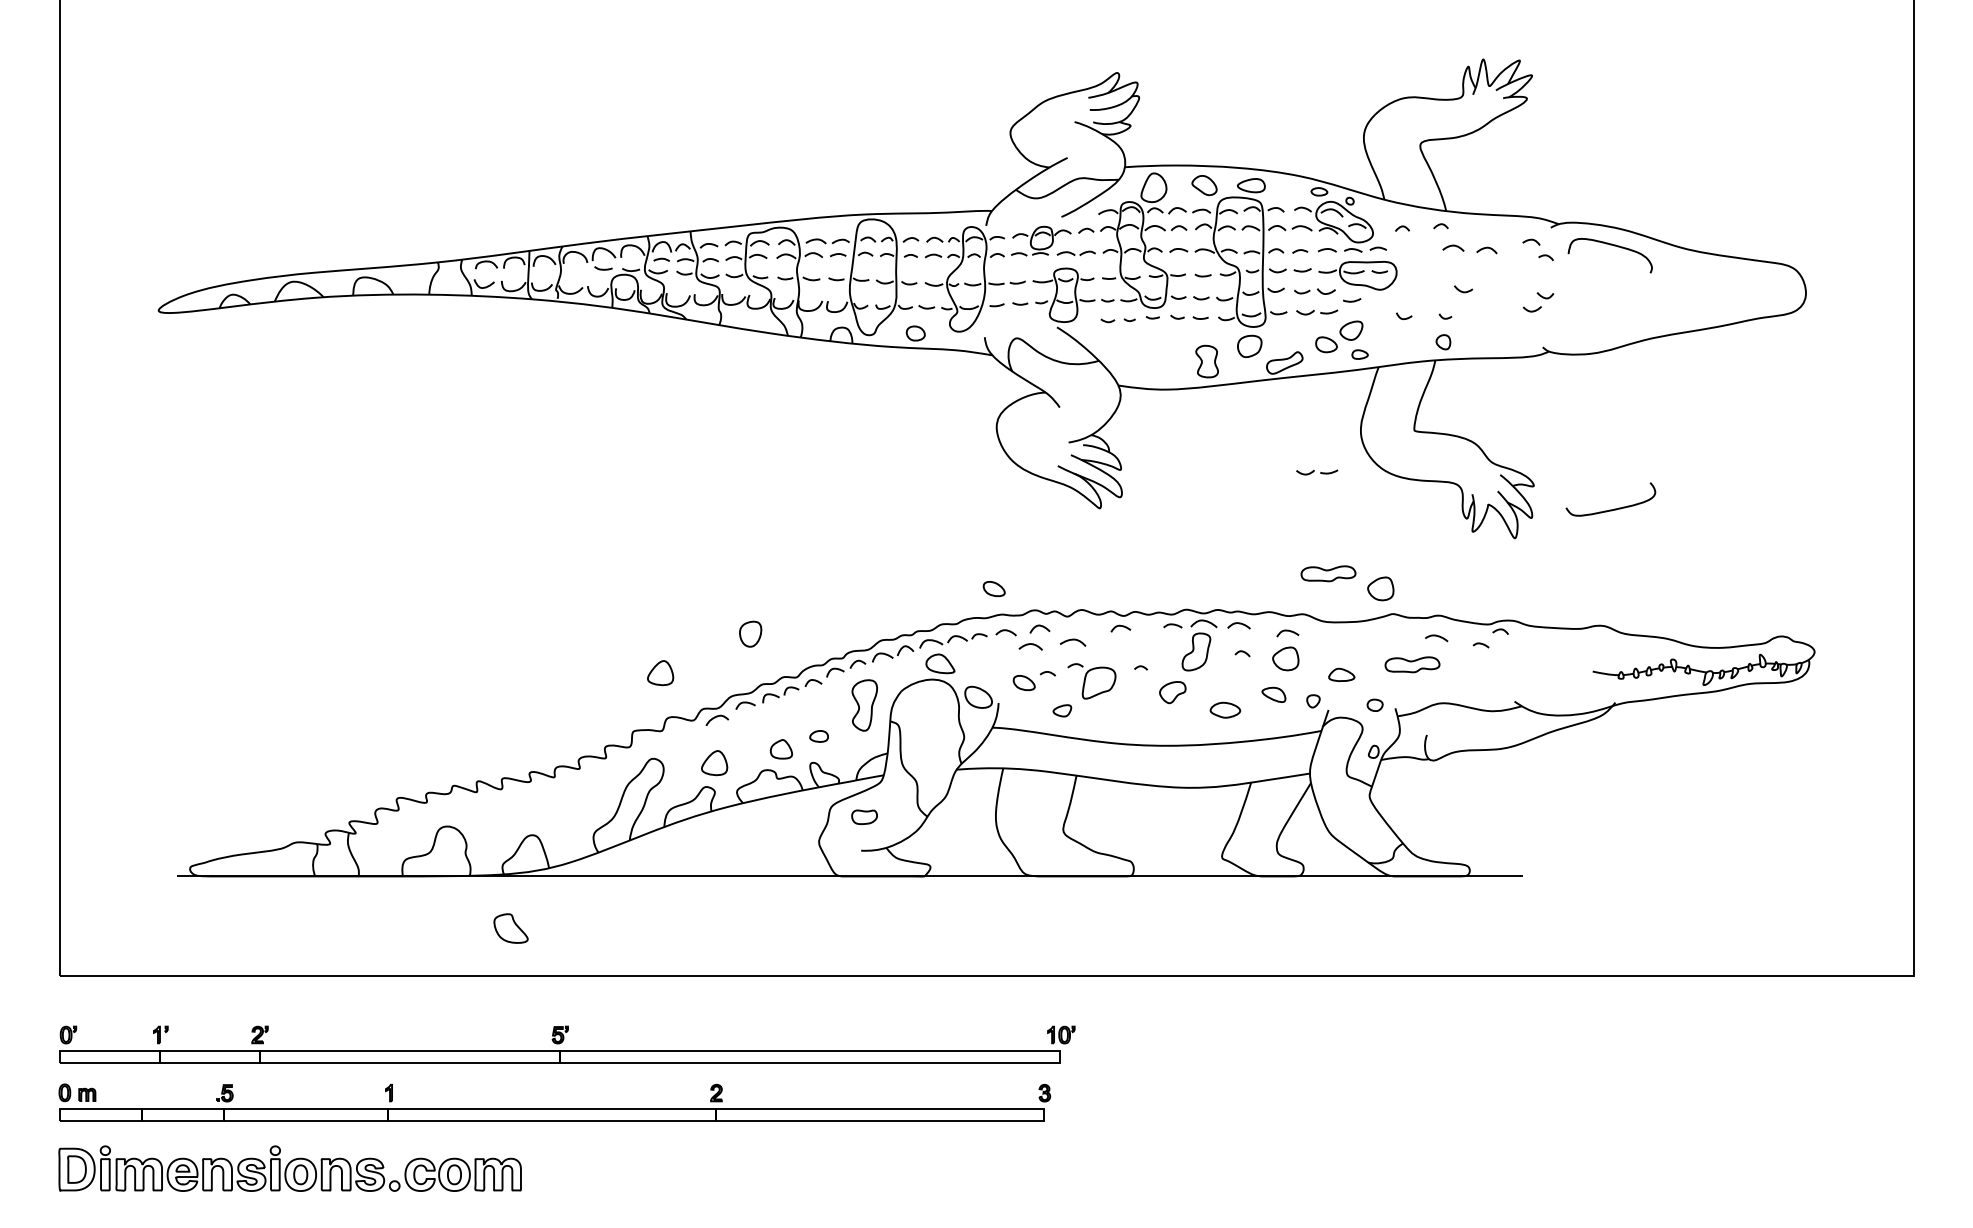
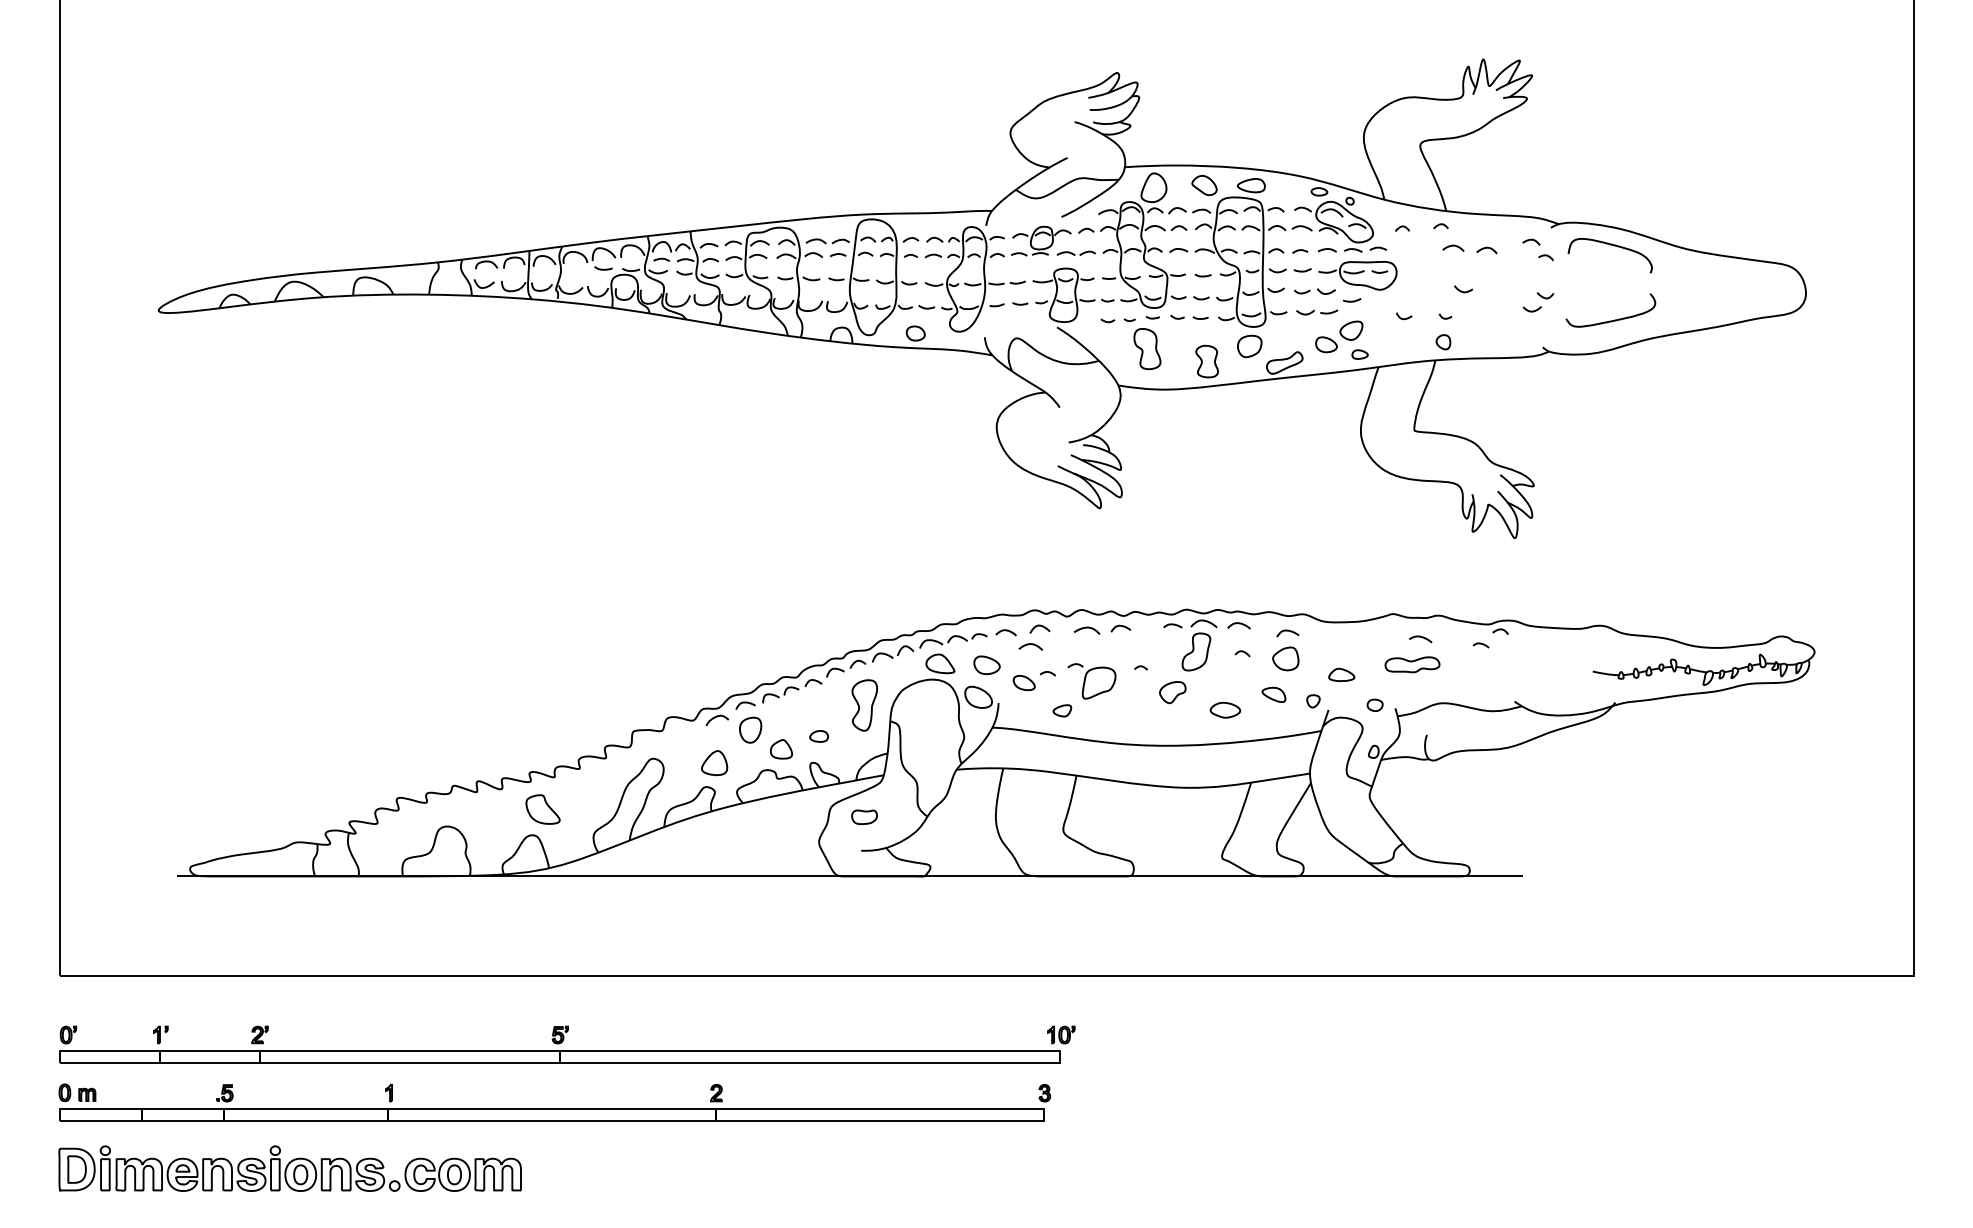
part at (1147, 348): none -> present
part at (1317, 472): present -> none
curve at (1614, 508) position: (1614, 508) -> (1614, 319)
part at (1328, 573): present -> none
part at (1380, 588): present -> none
part at (993, 589): present -> none
part at (750, 633) position: (750, 633) -> (750, 729)
curve at (1436, 636) position: (1436, 636) -> (1420, 637)
curve at (1072, 640) position: (1072, 640) -> (1086, 628)
part at (986, 665): none -> present
part at (660, 673): present -> none
part at (510, 928) position: (510, 928) -> (542, 809)
